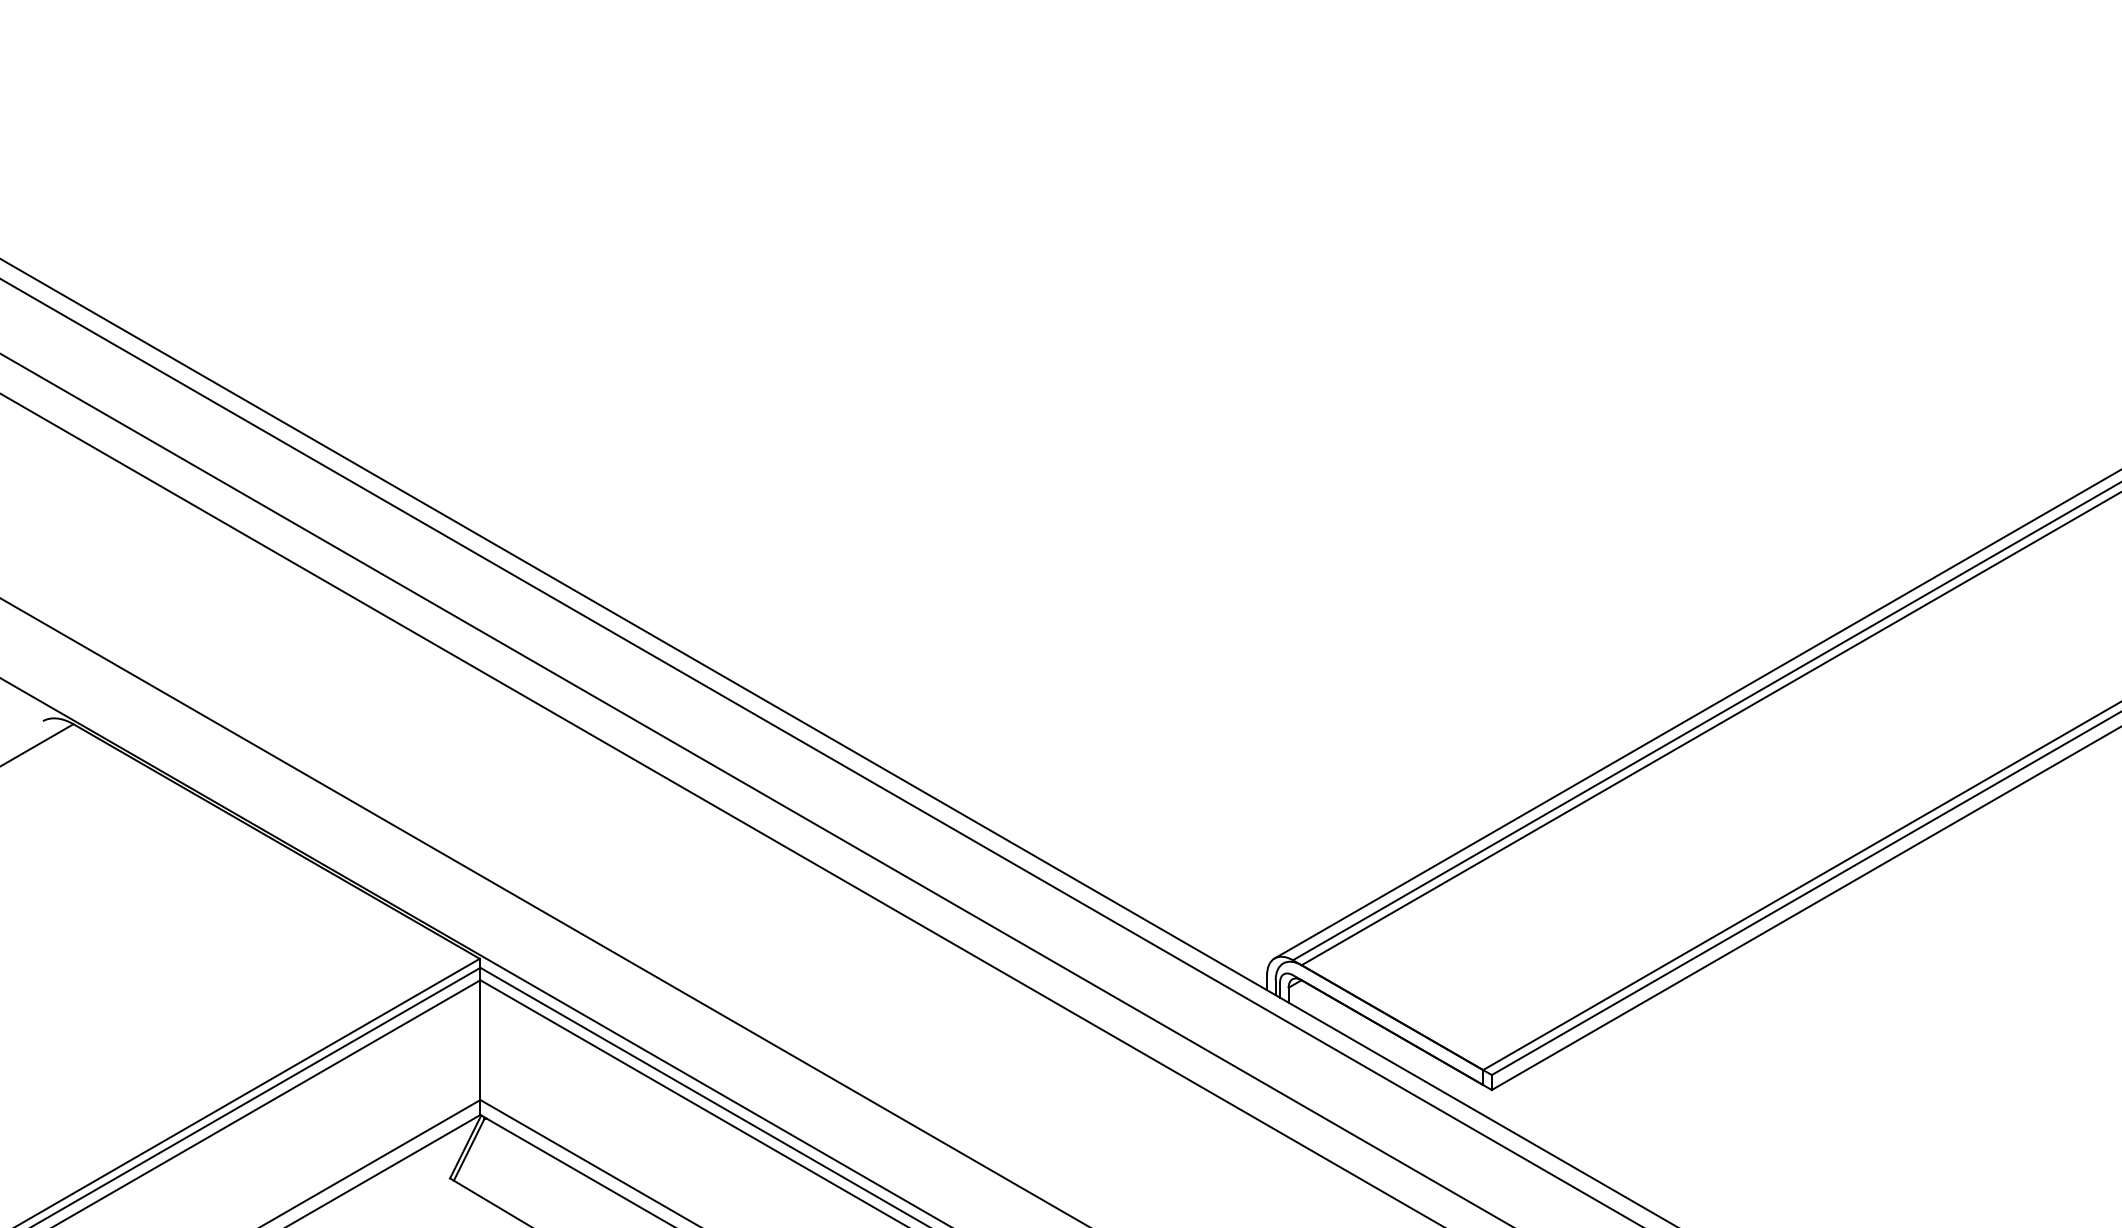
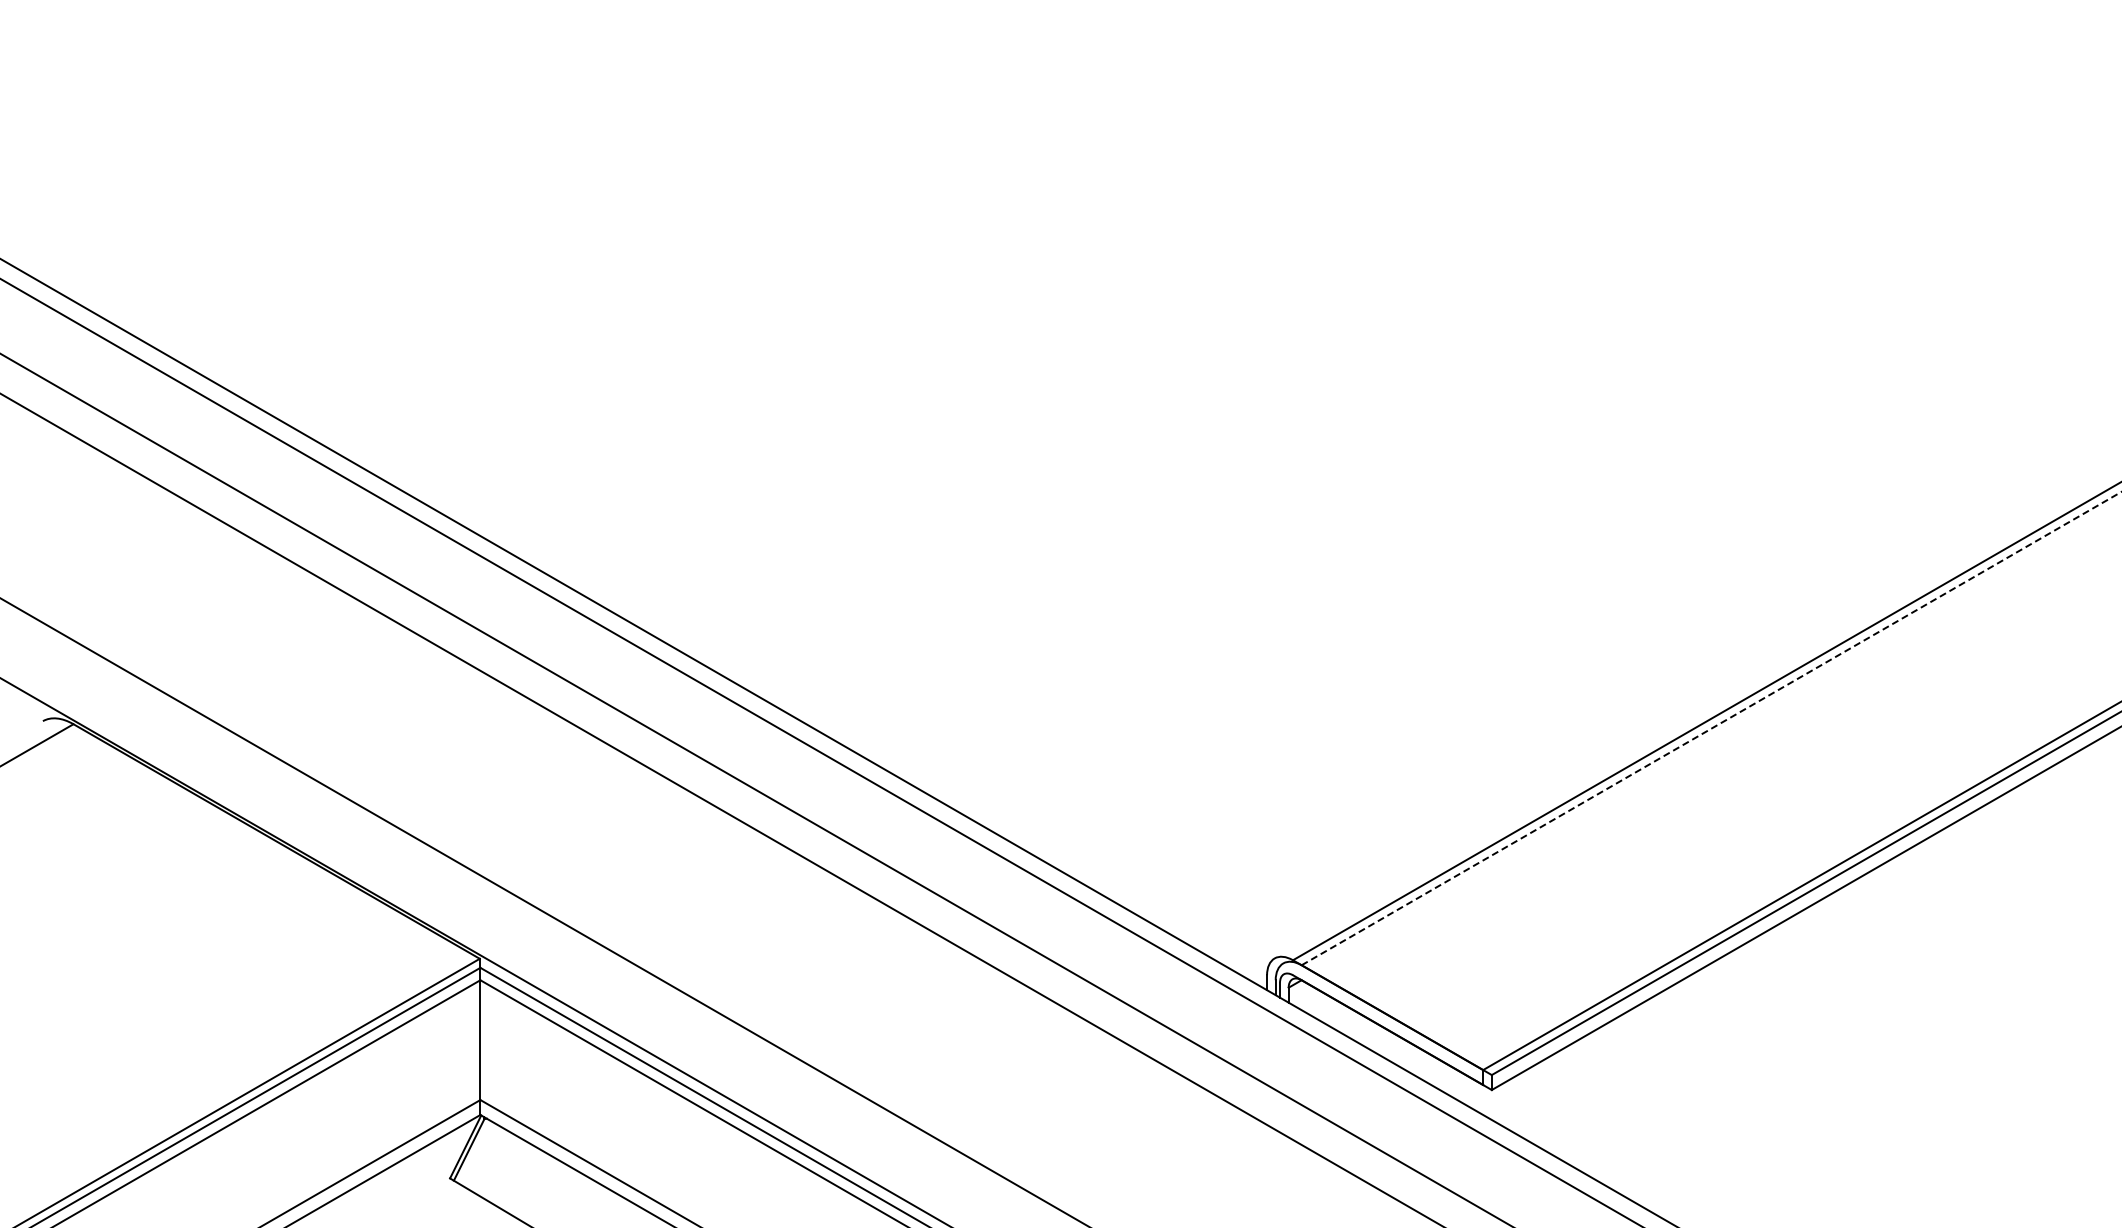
line at (1696, 714): present -> none
line at (1711, 728): solid -> dashed
